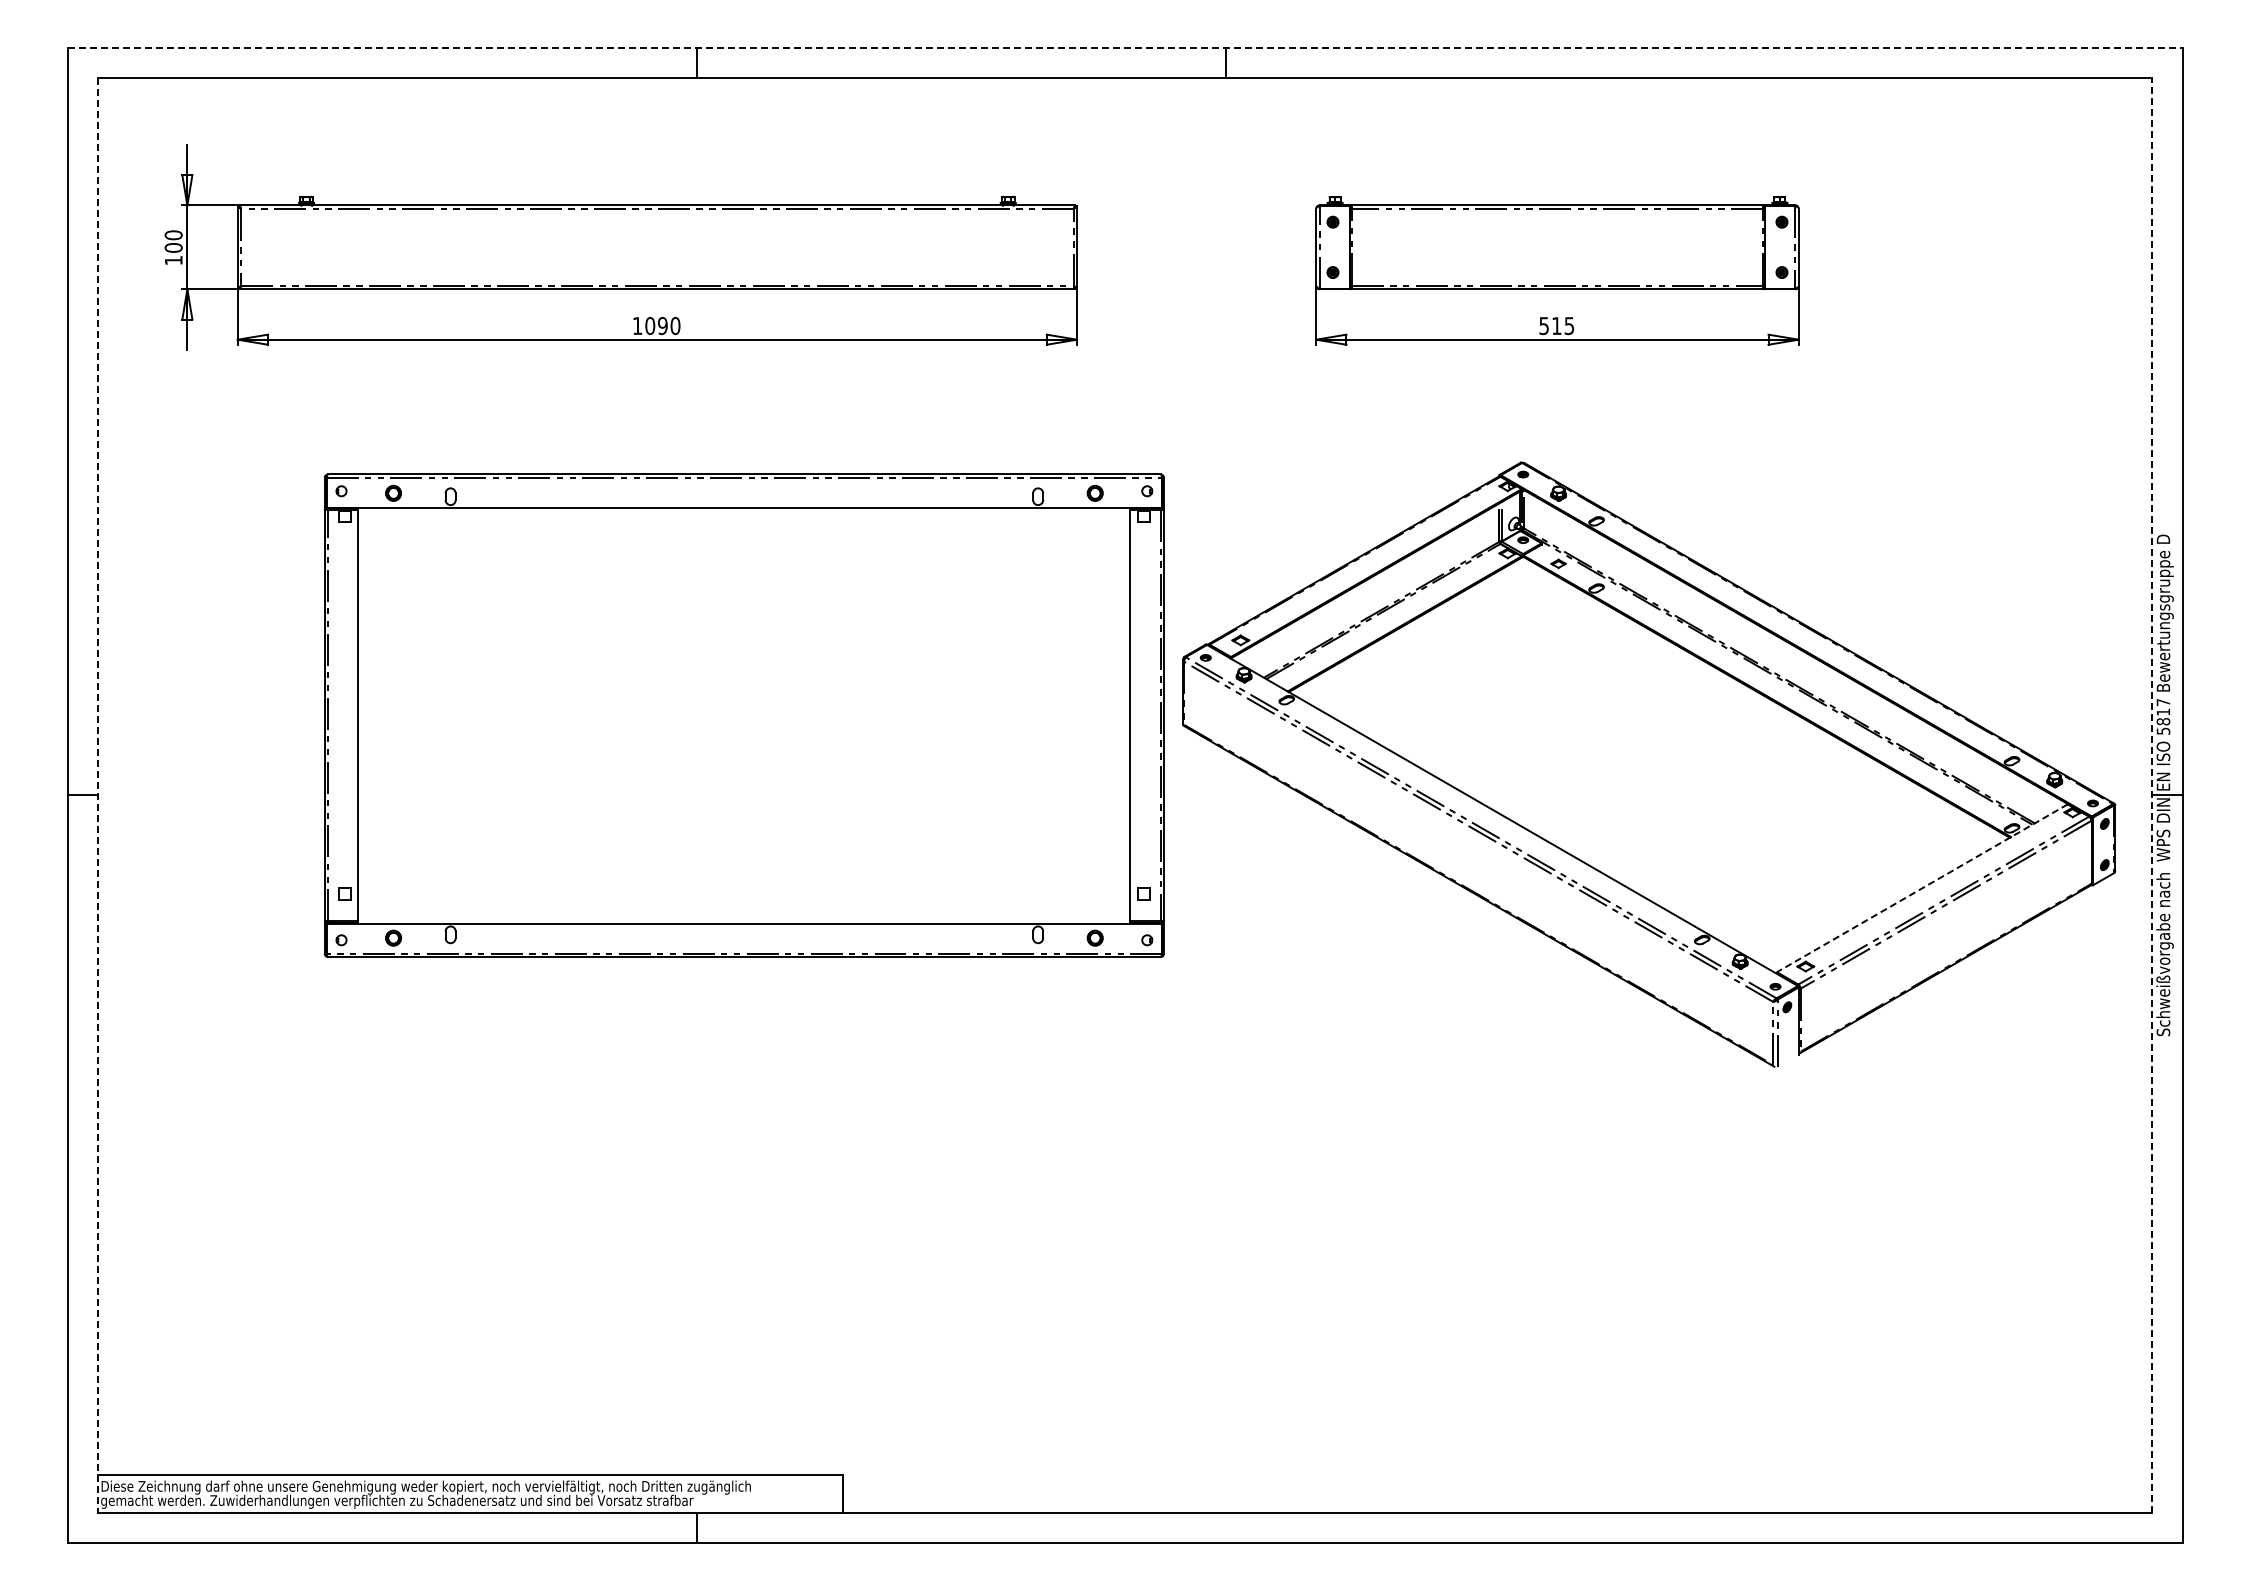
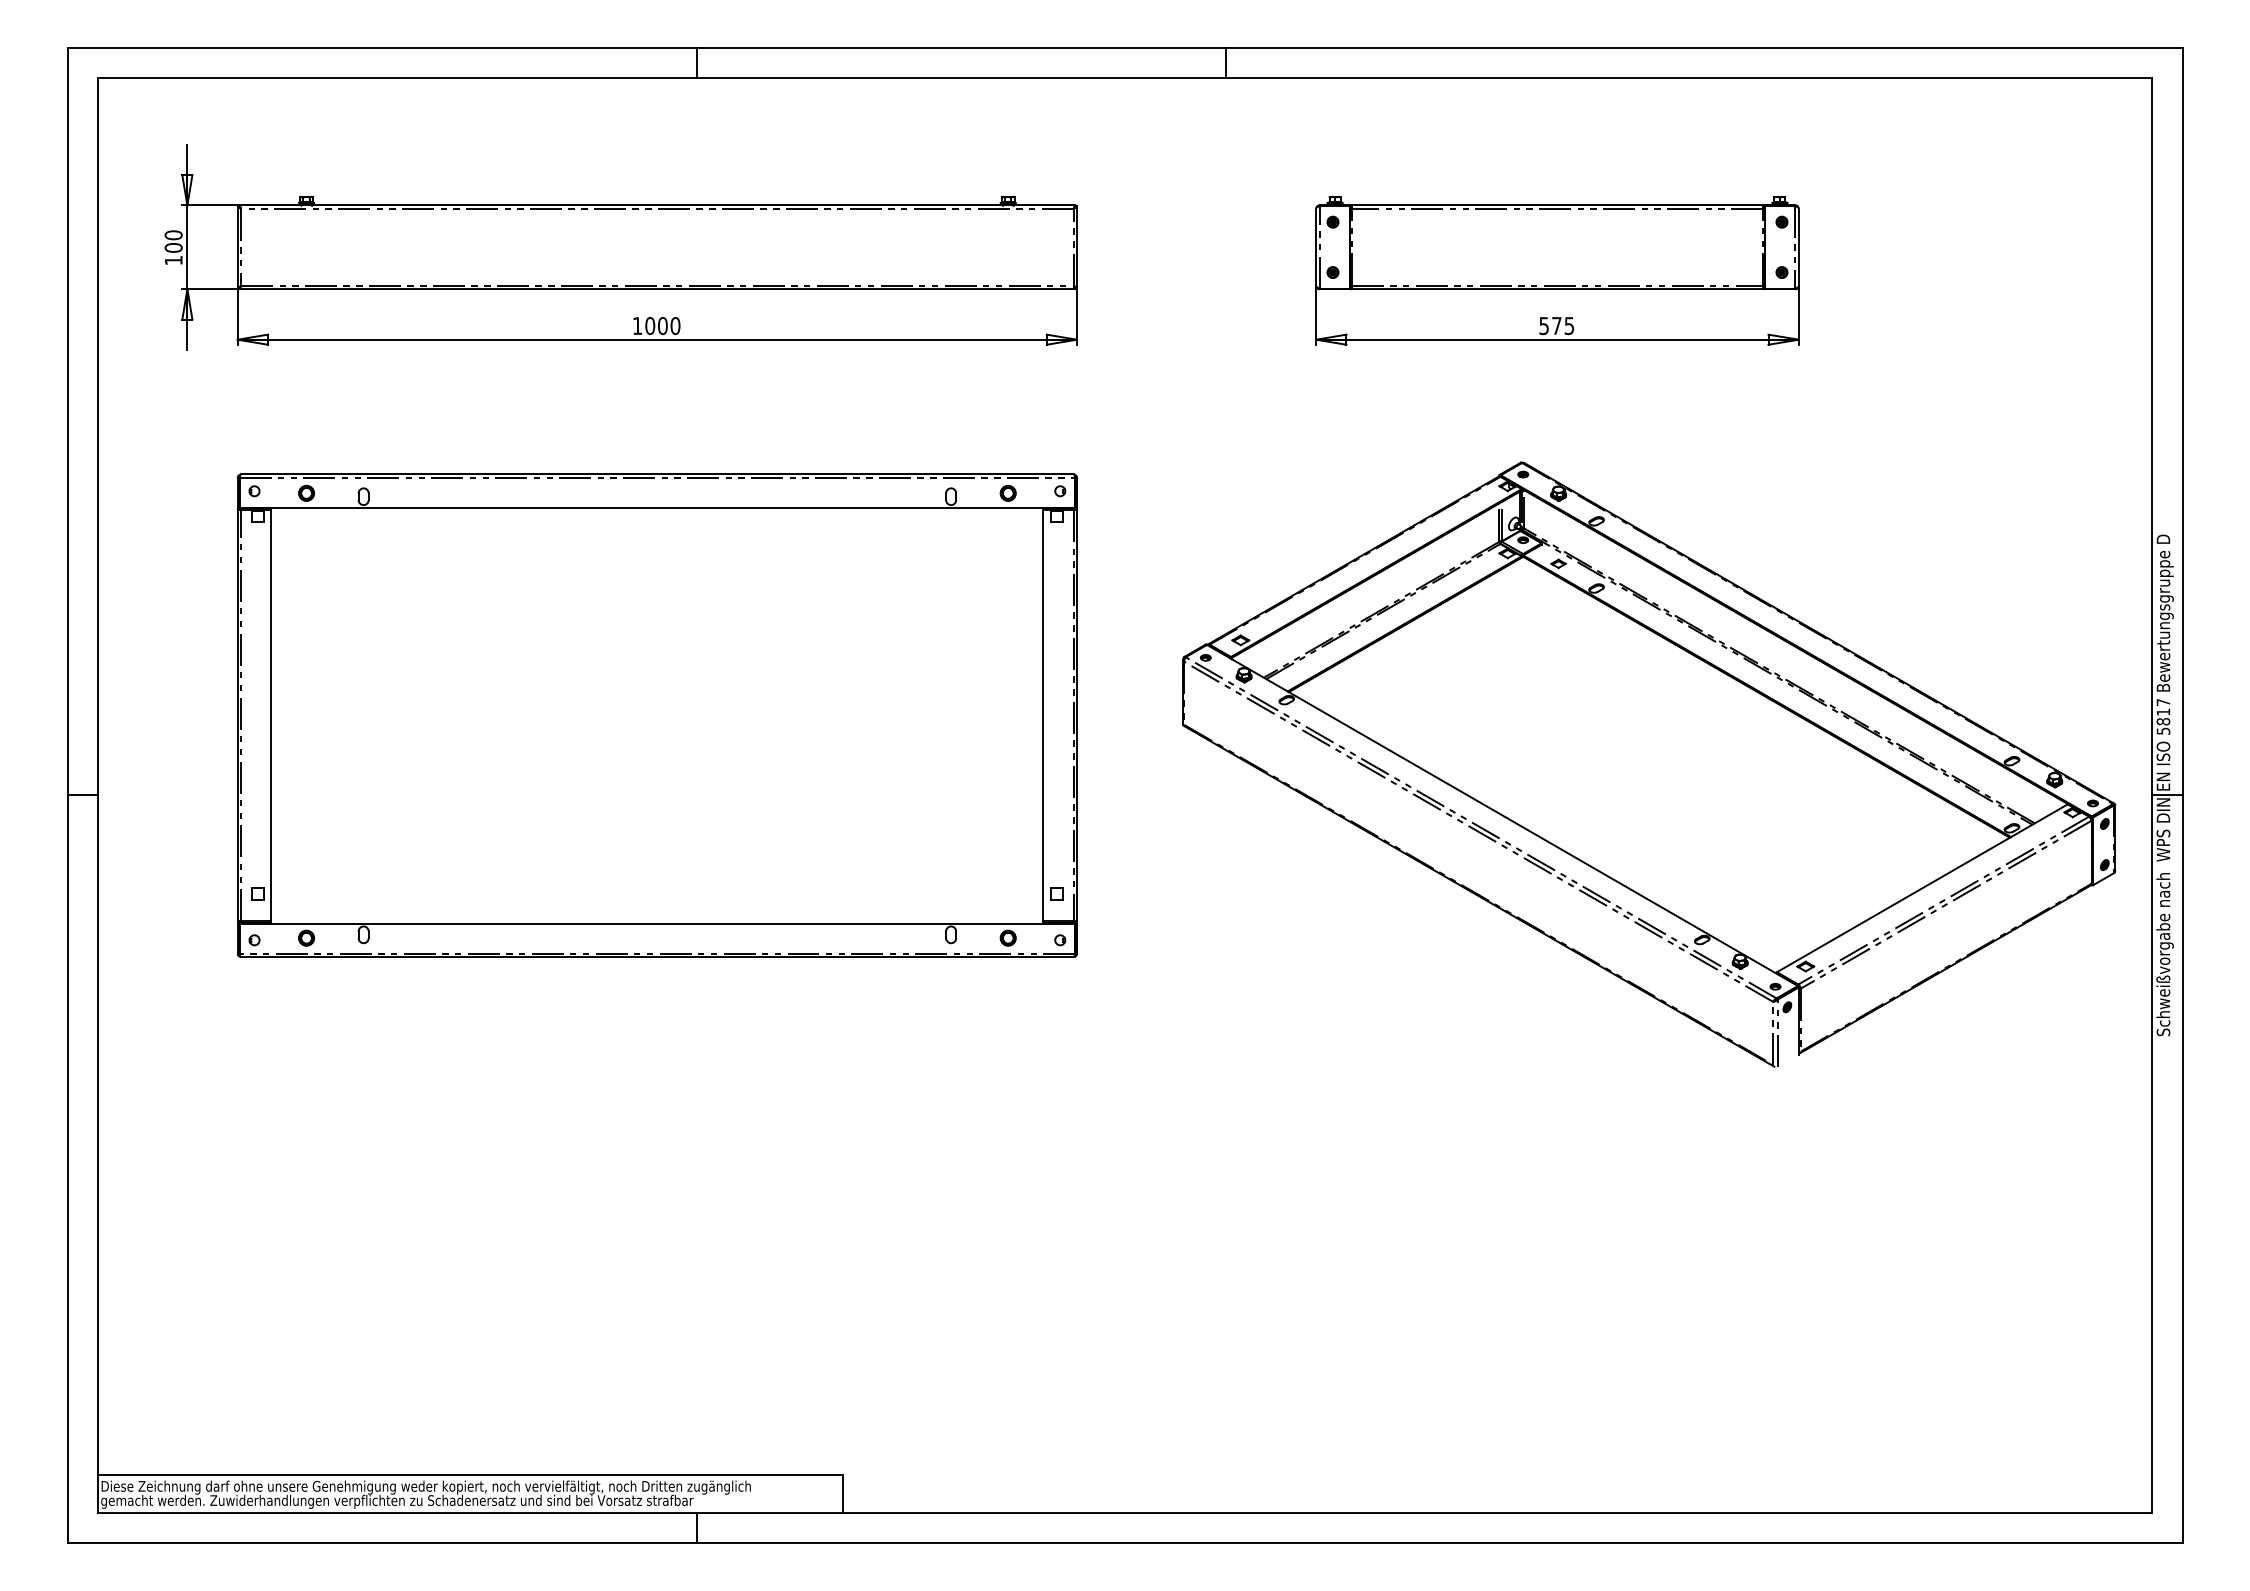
line at (1125, 47): dashed -> solid
text at (1556, 325): 515 -> 575
text at (662, 326): 1090 -> 1000
part at (743, 715) position: (743, 715) -> (656, 715)
line at (97, 795): dashed -> solid
line at (2152, 795): dashed -> solid
line at (1922, 888): dashed -> solid
